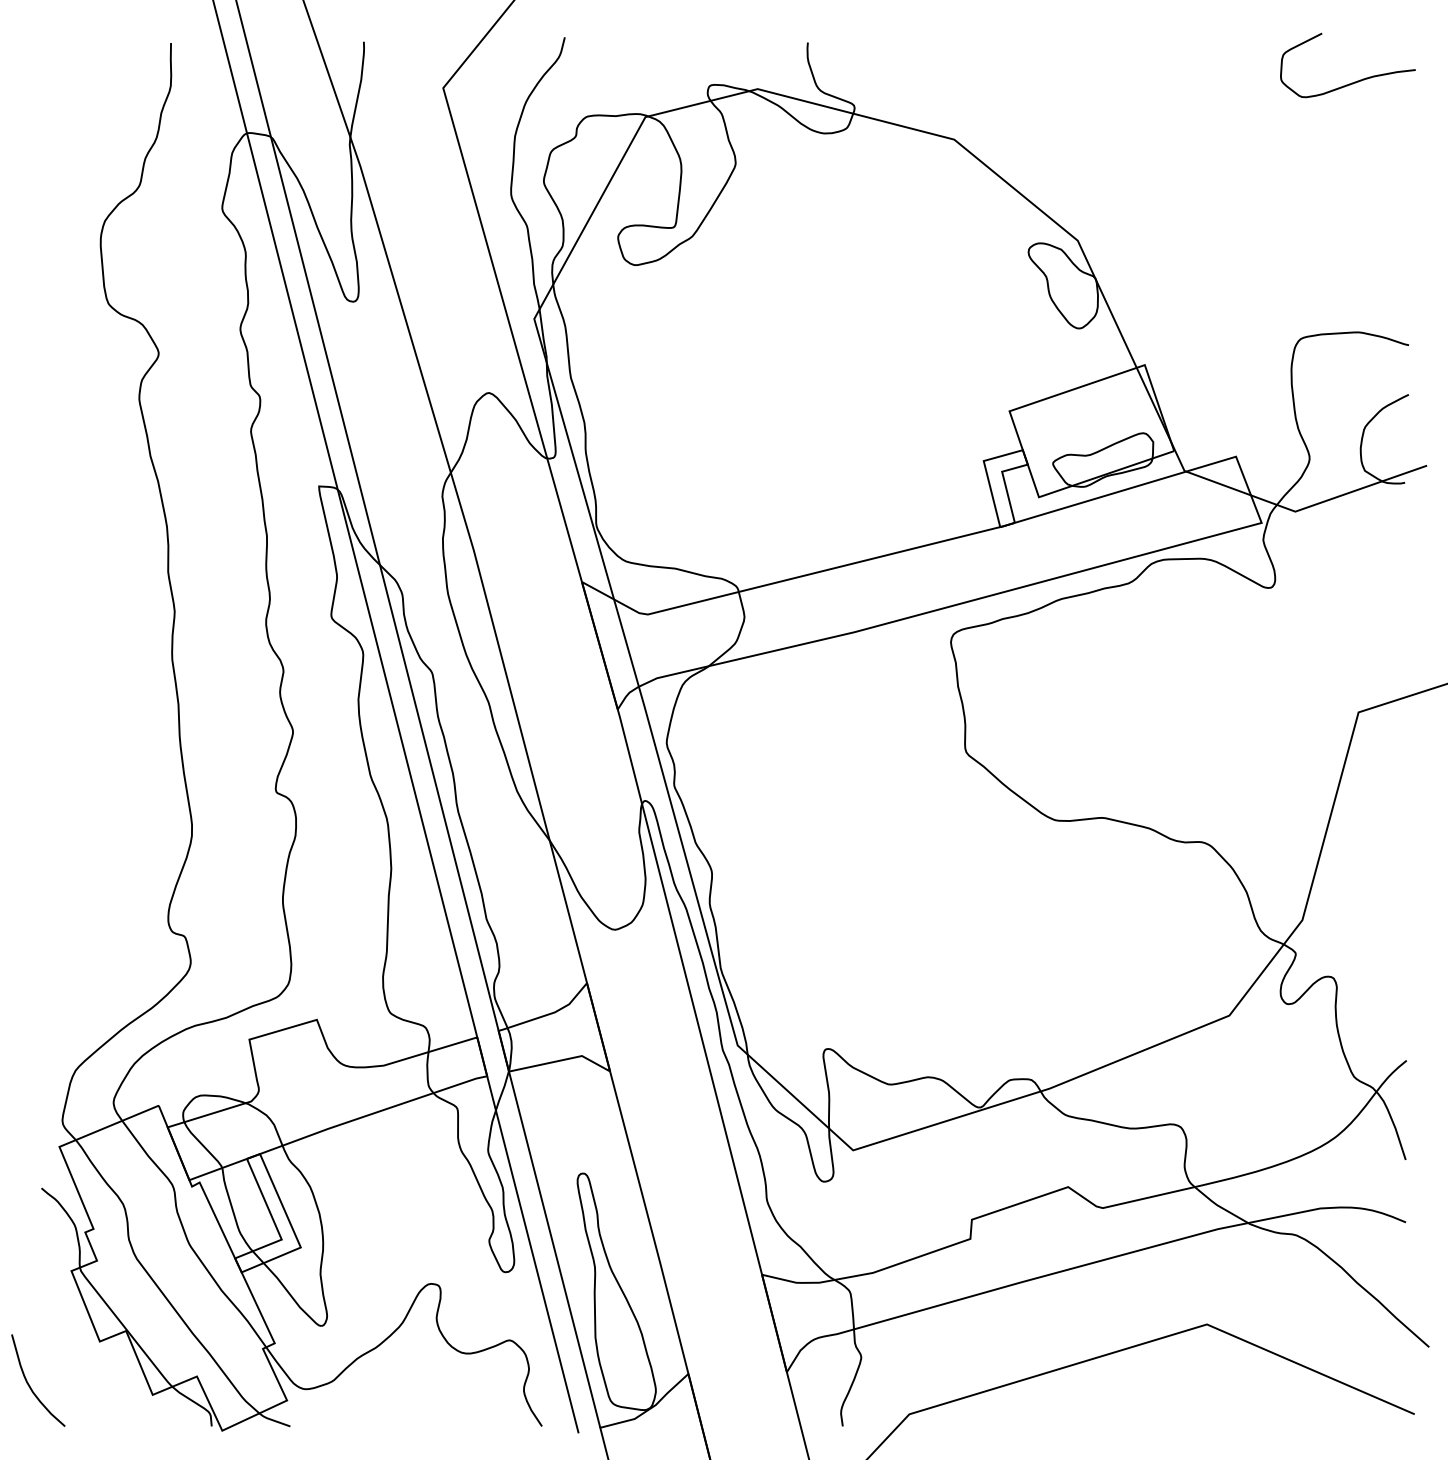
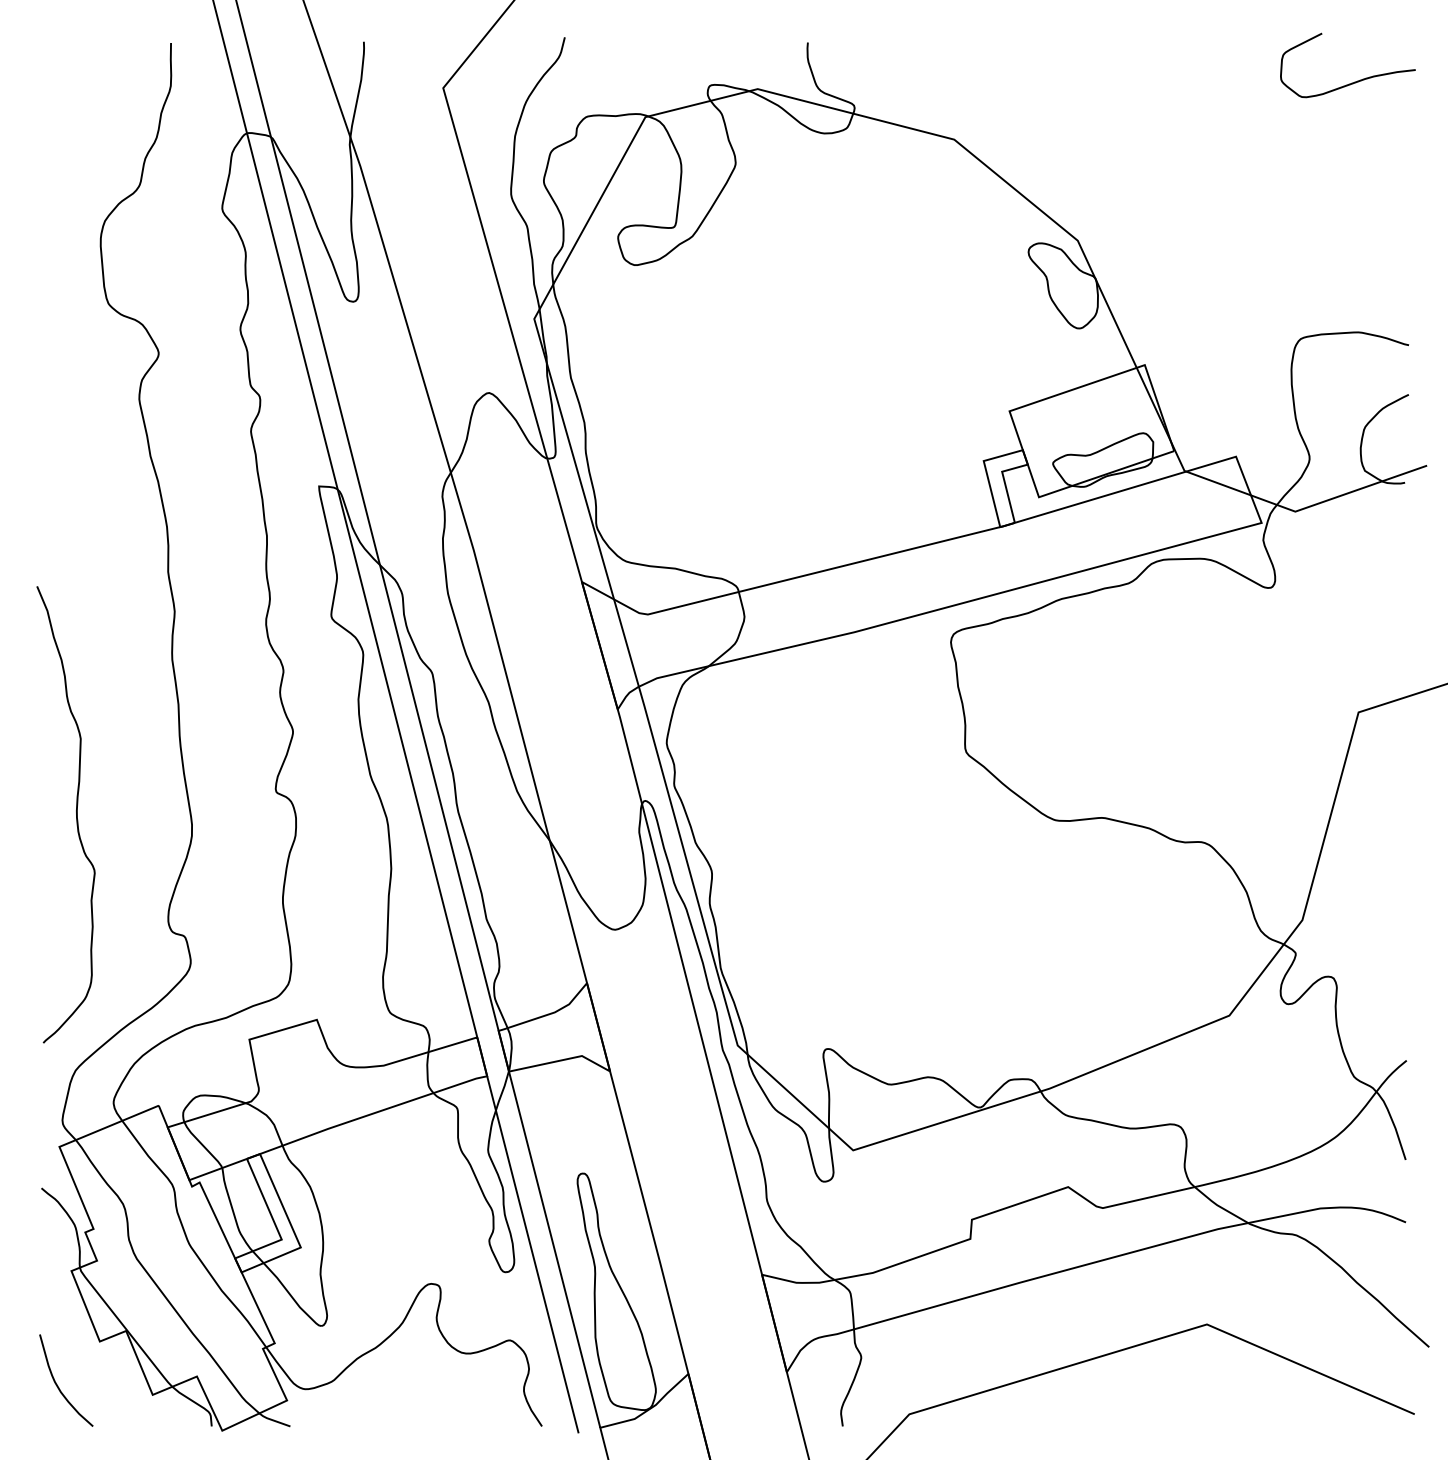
curve at (76, 814): none -> present
curve at (30, 1385) position: (30, 1385) -> (58, 1385)
